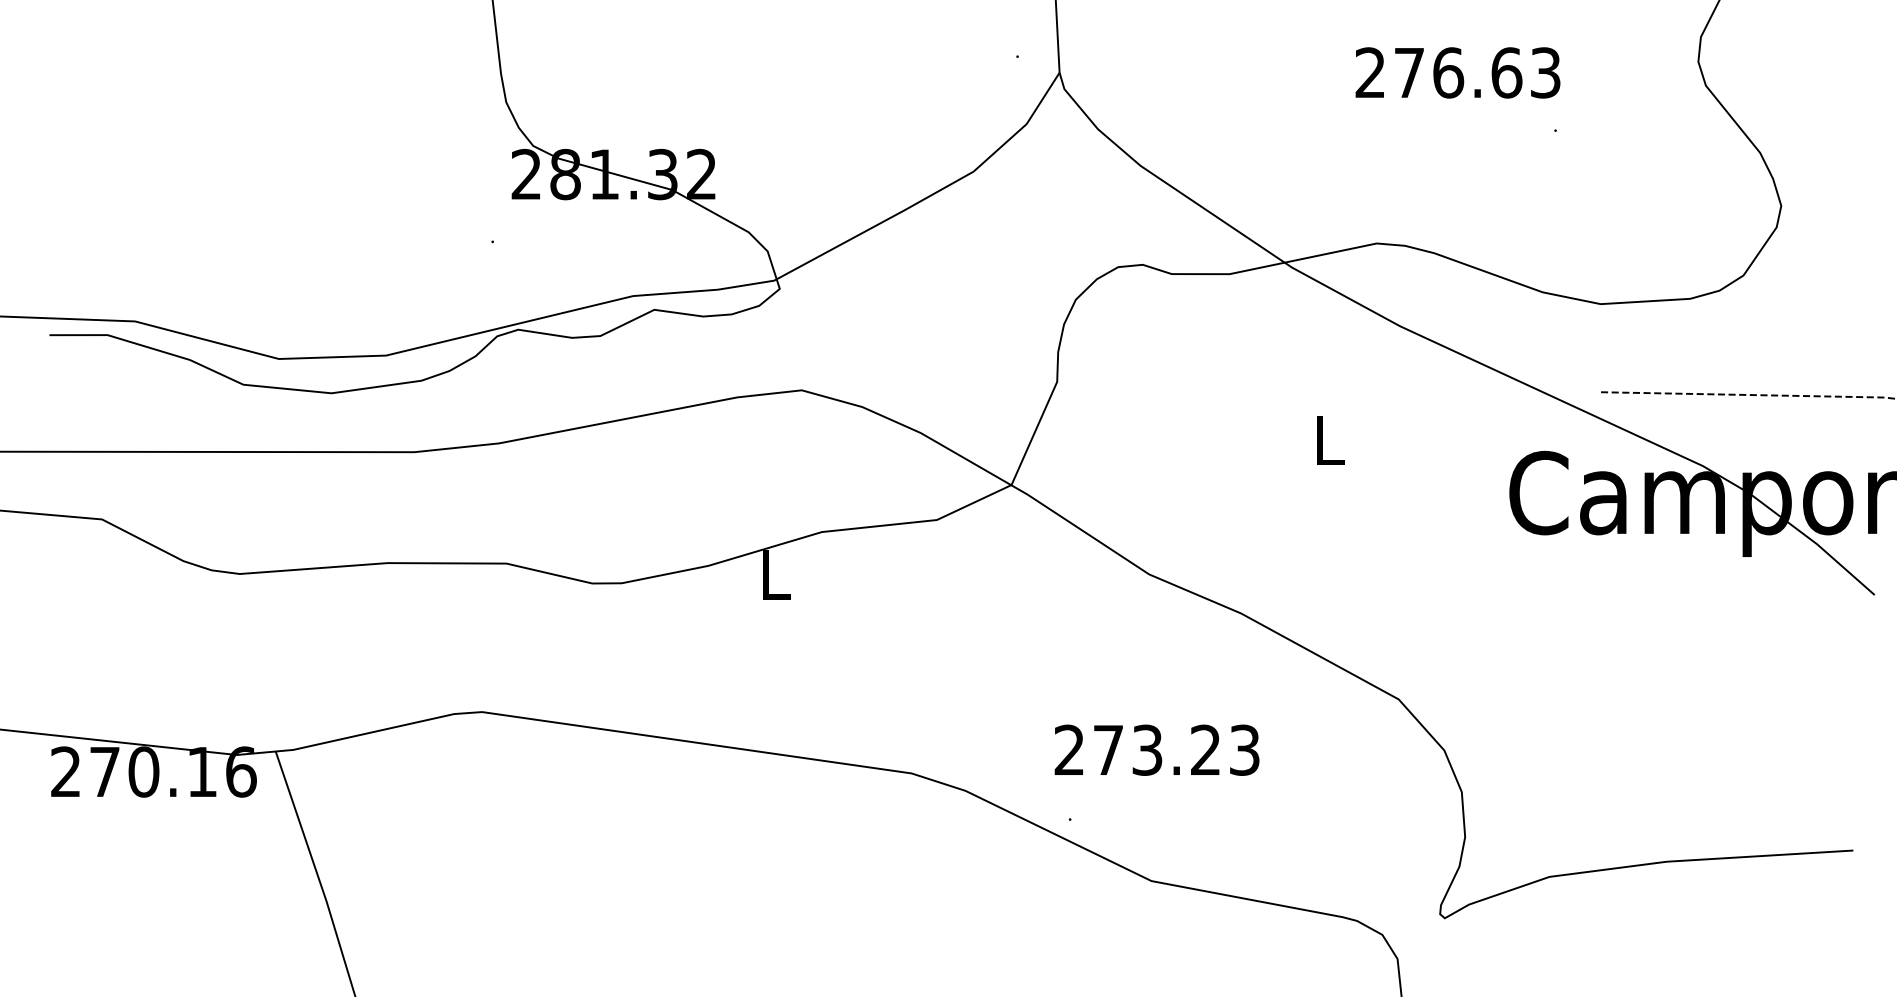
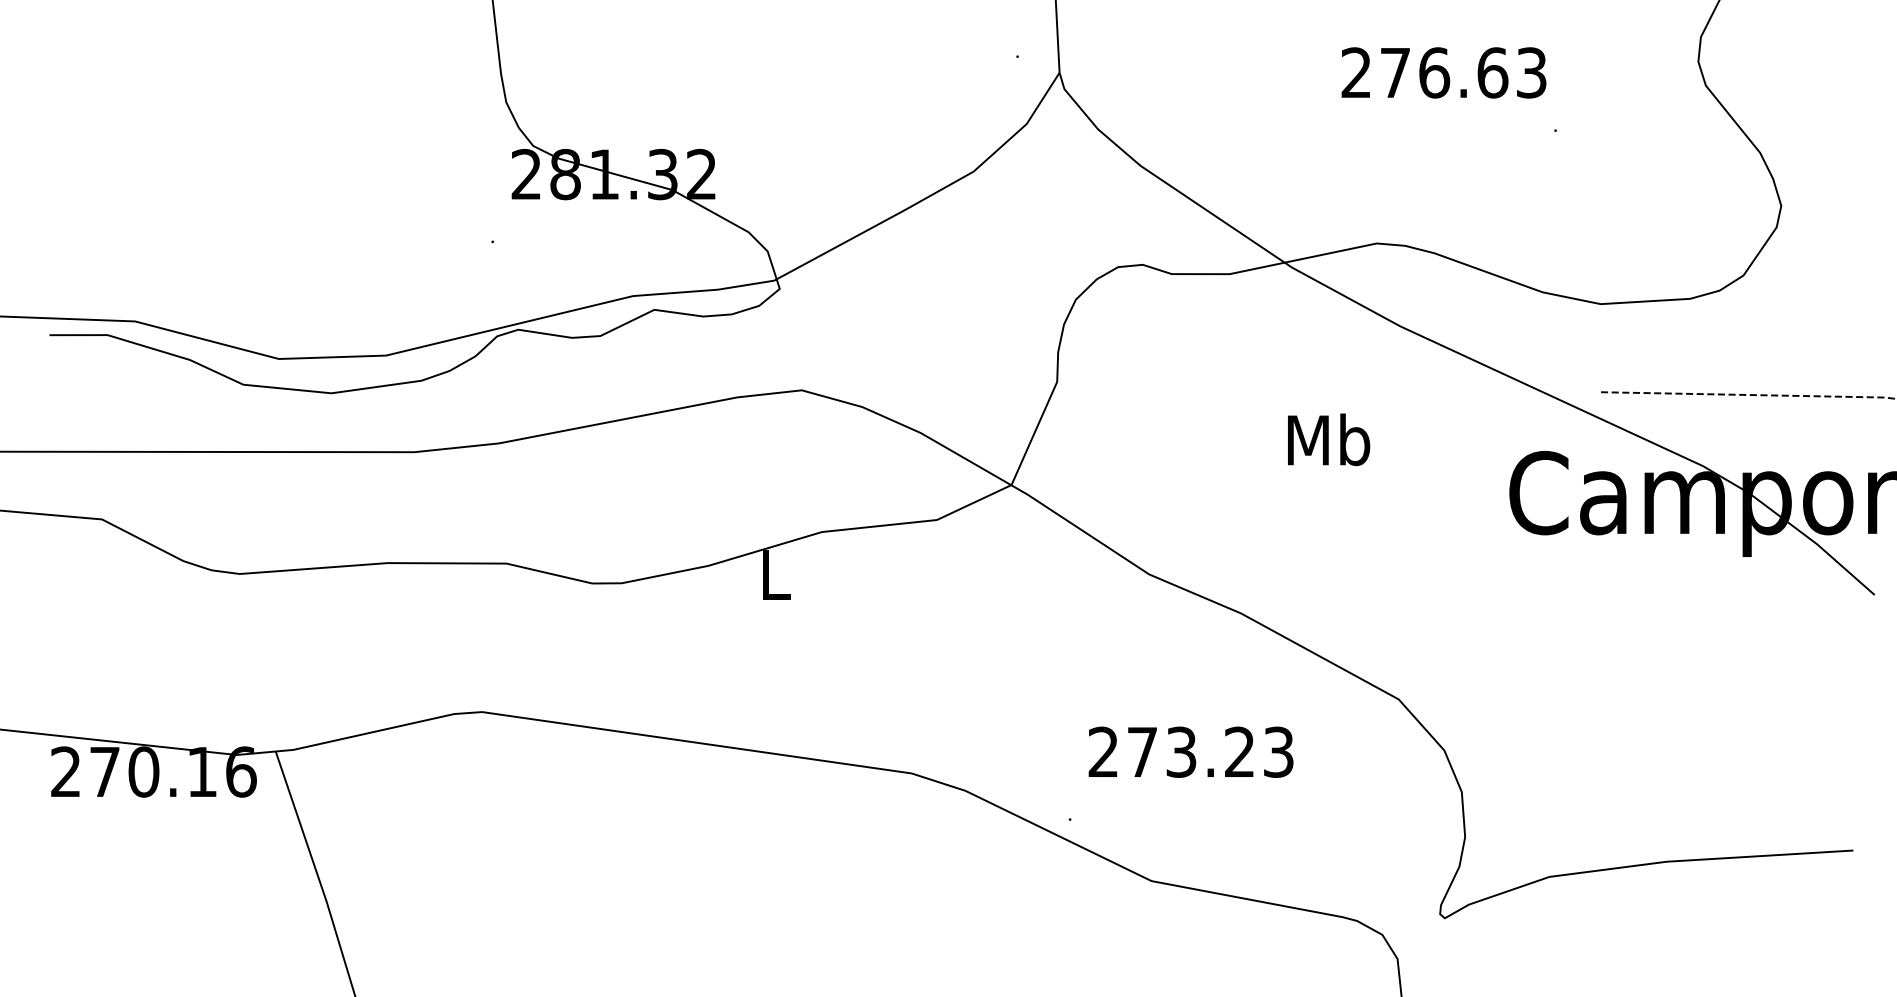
text at (1457, 72) position: (1457, 72) -> (1443, 72)
text at (1329, 439): L -> Mb
text at (1156, 749) position: (1156, 749) -> (1190, 751)
